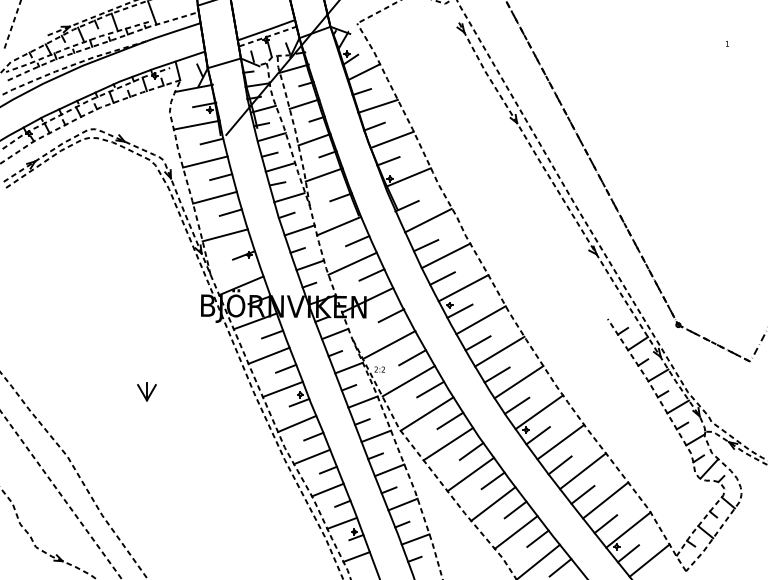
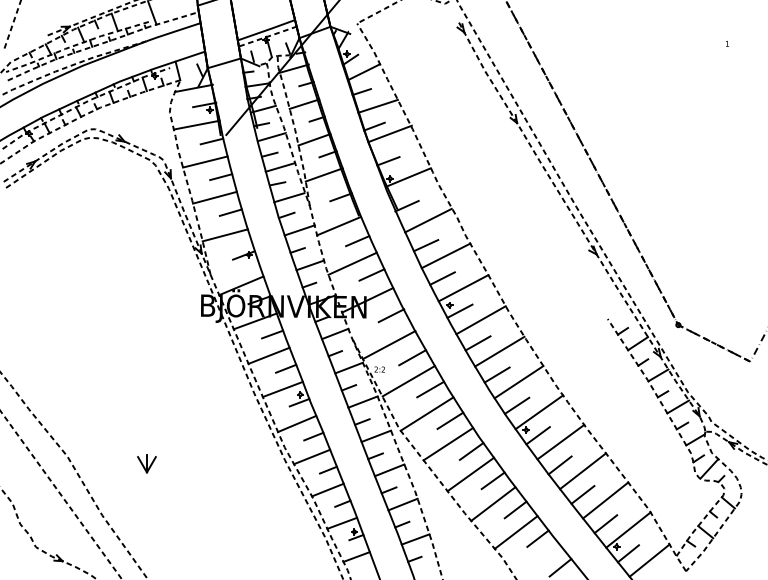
line at (391, 139) position: (391, 139) -> (389, 133)
part at (146, 391) position: (146, 391) -> (146, 463)
line at (539, 560): present -> none
